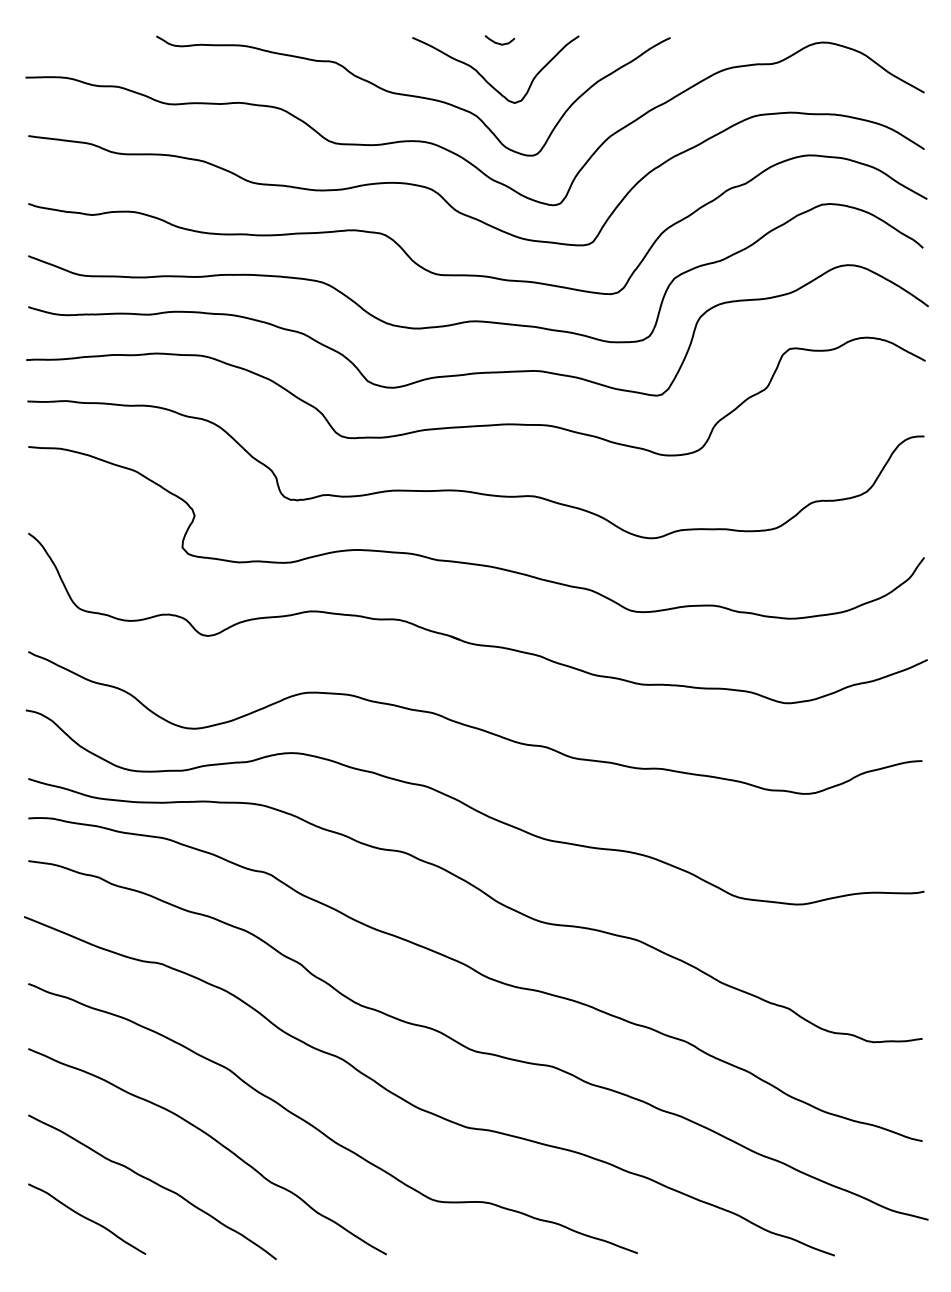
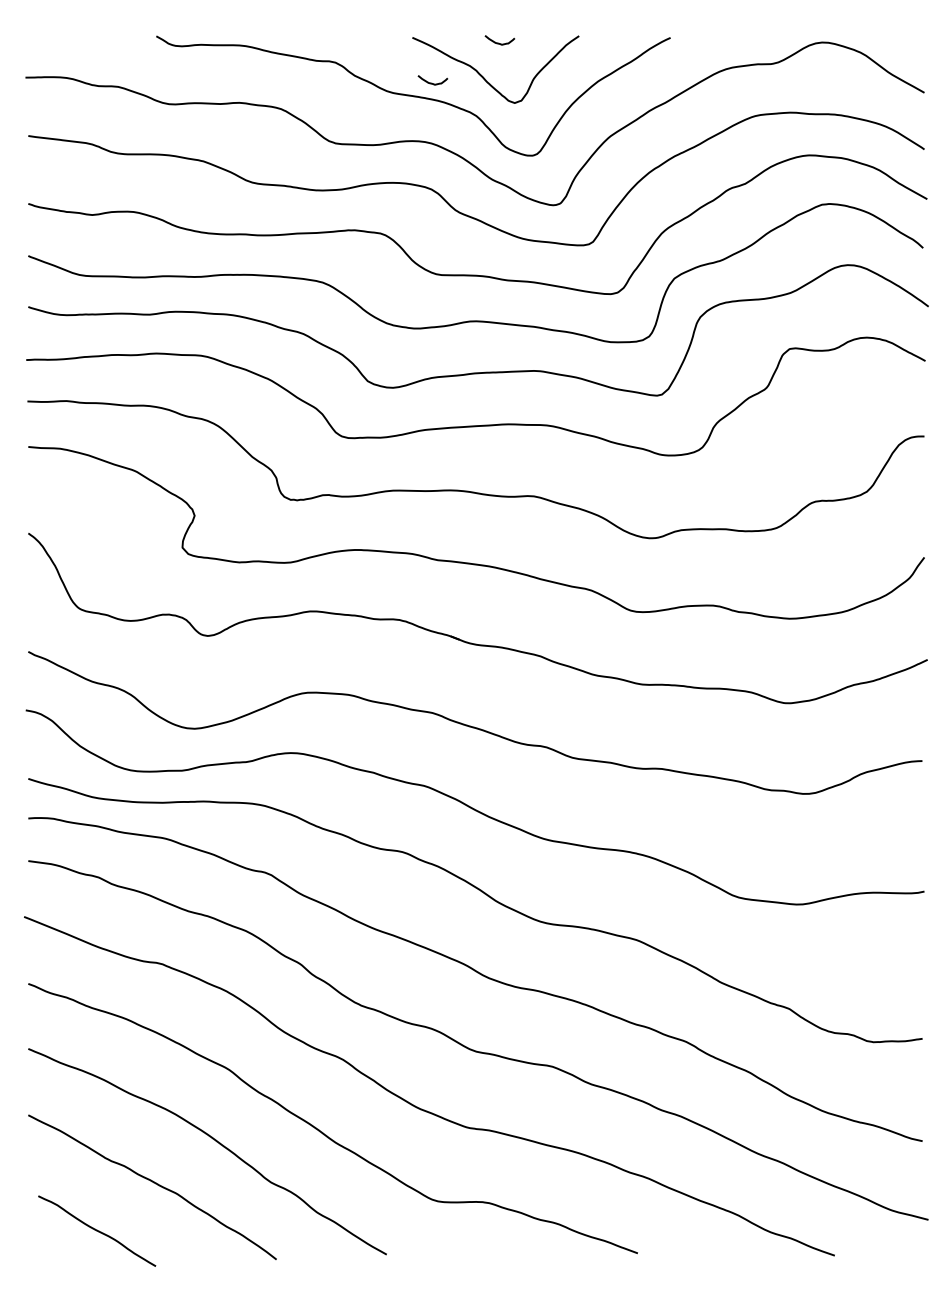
curve at (431, 82): none -> present
curve at (87, 1218) position: (87, 1218) -> (97, 1230)
